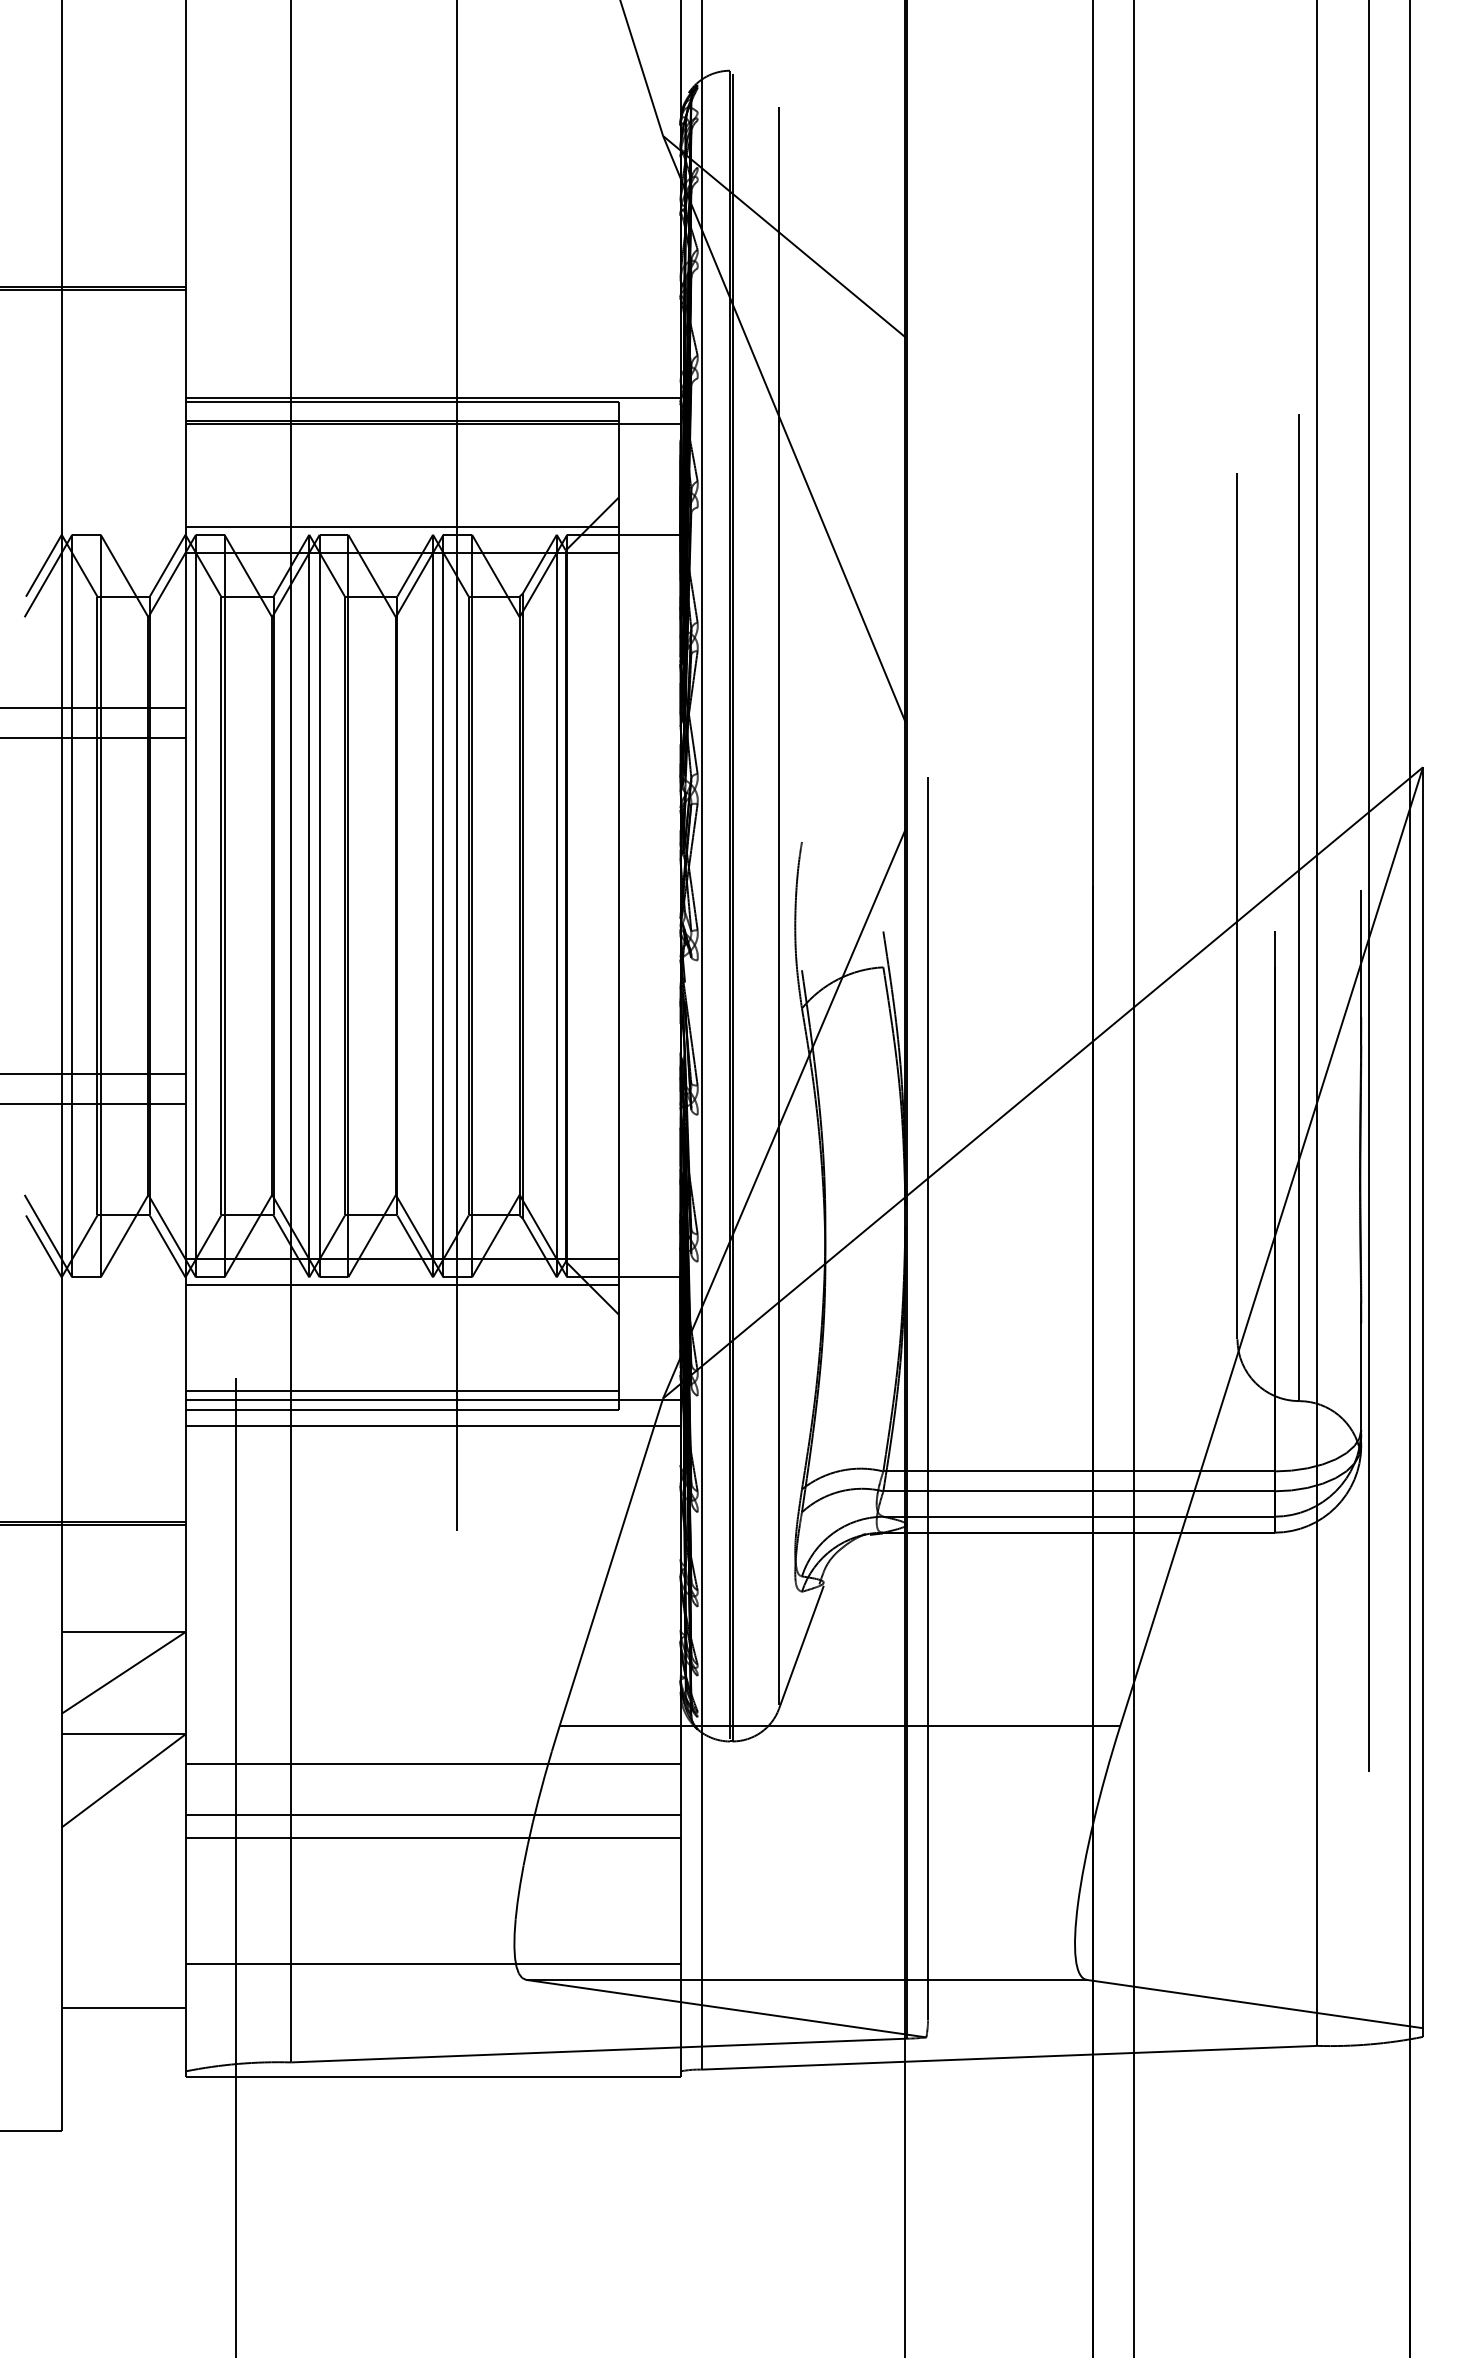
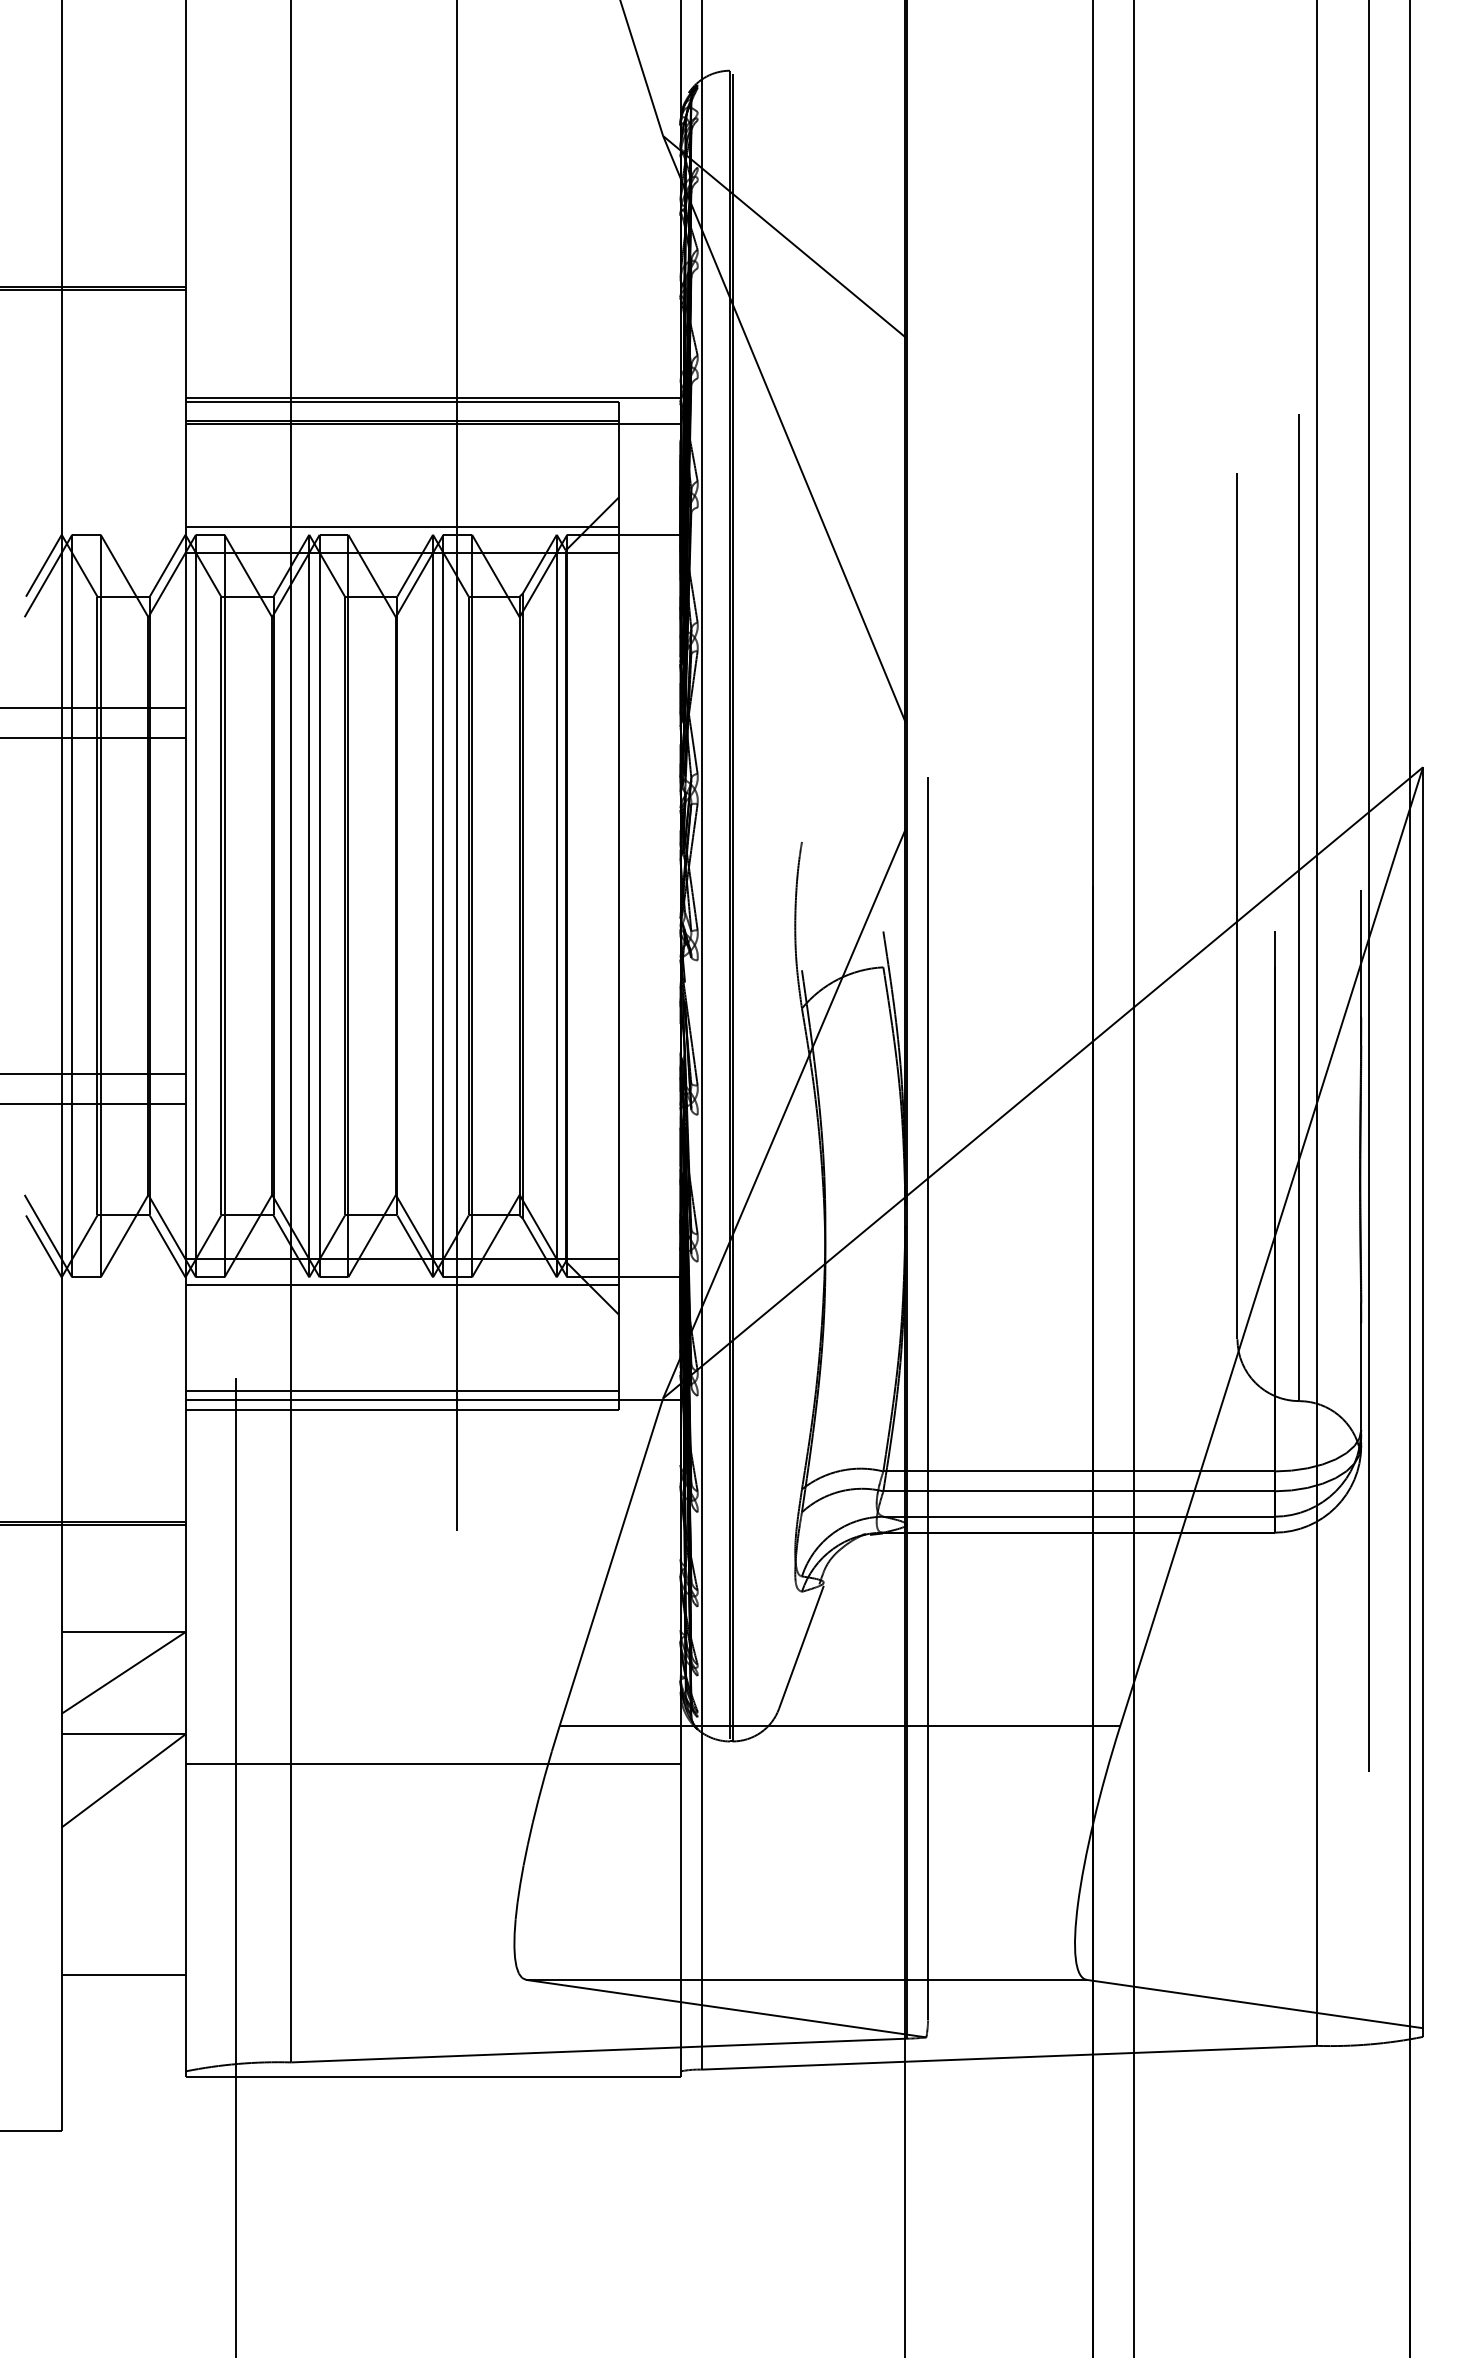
line at (779, 905): present -> none
line at (432, 1426): present -> none
line at (432, 1815): present -> none
line at (432, 1838): present -> none
line at (432, 1964): present -> none
line at (123, 2007) position: (123, 2007) -> (123, 1974)
